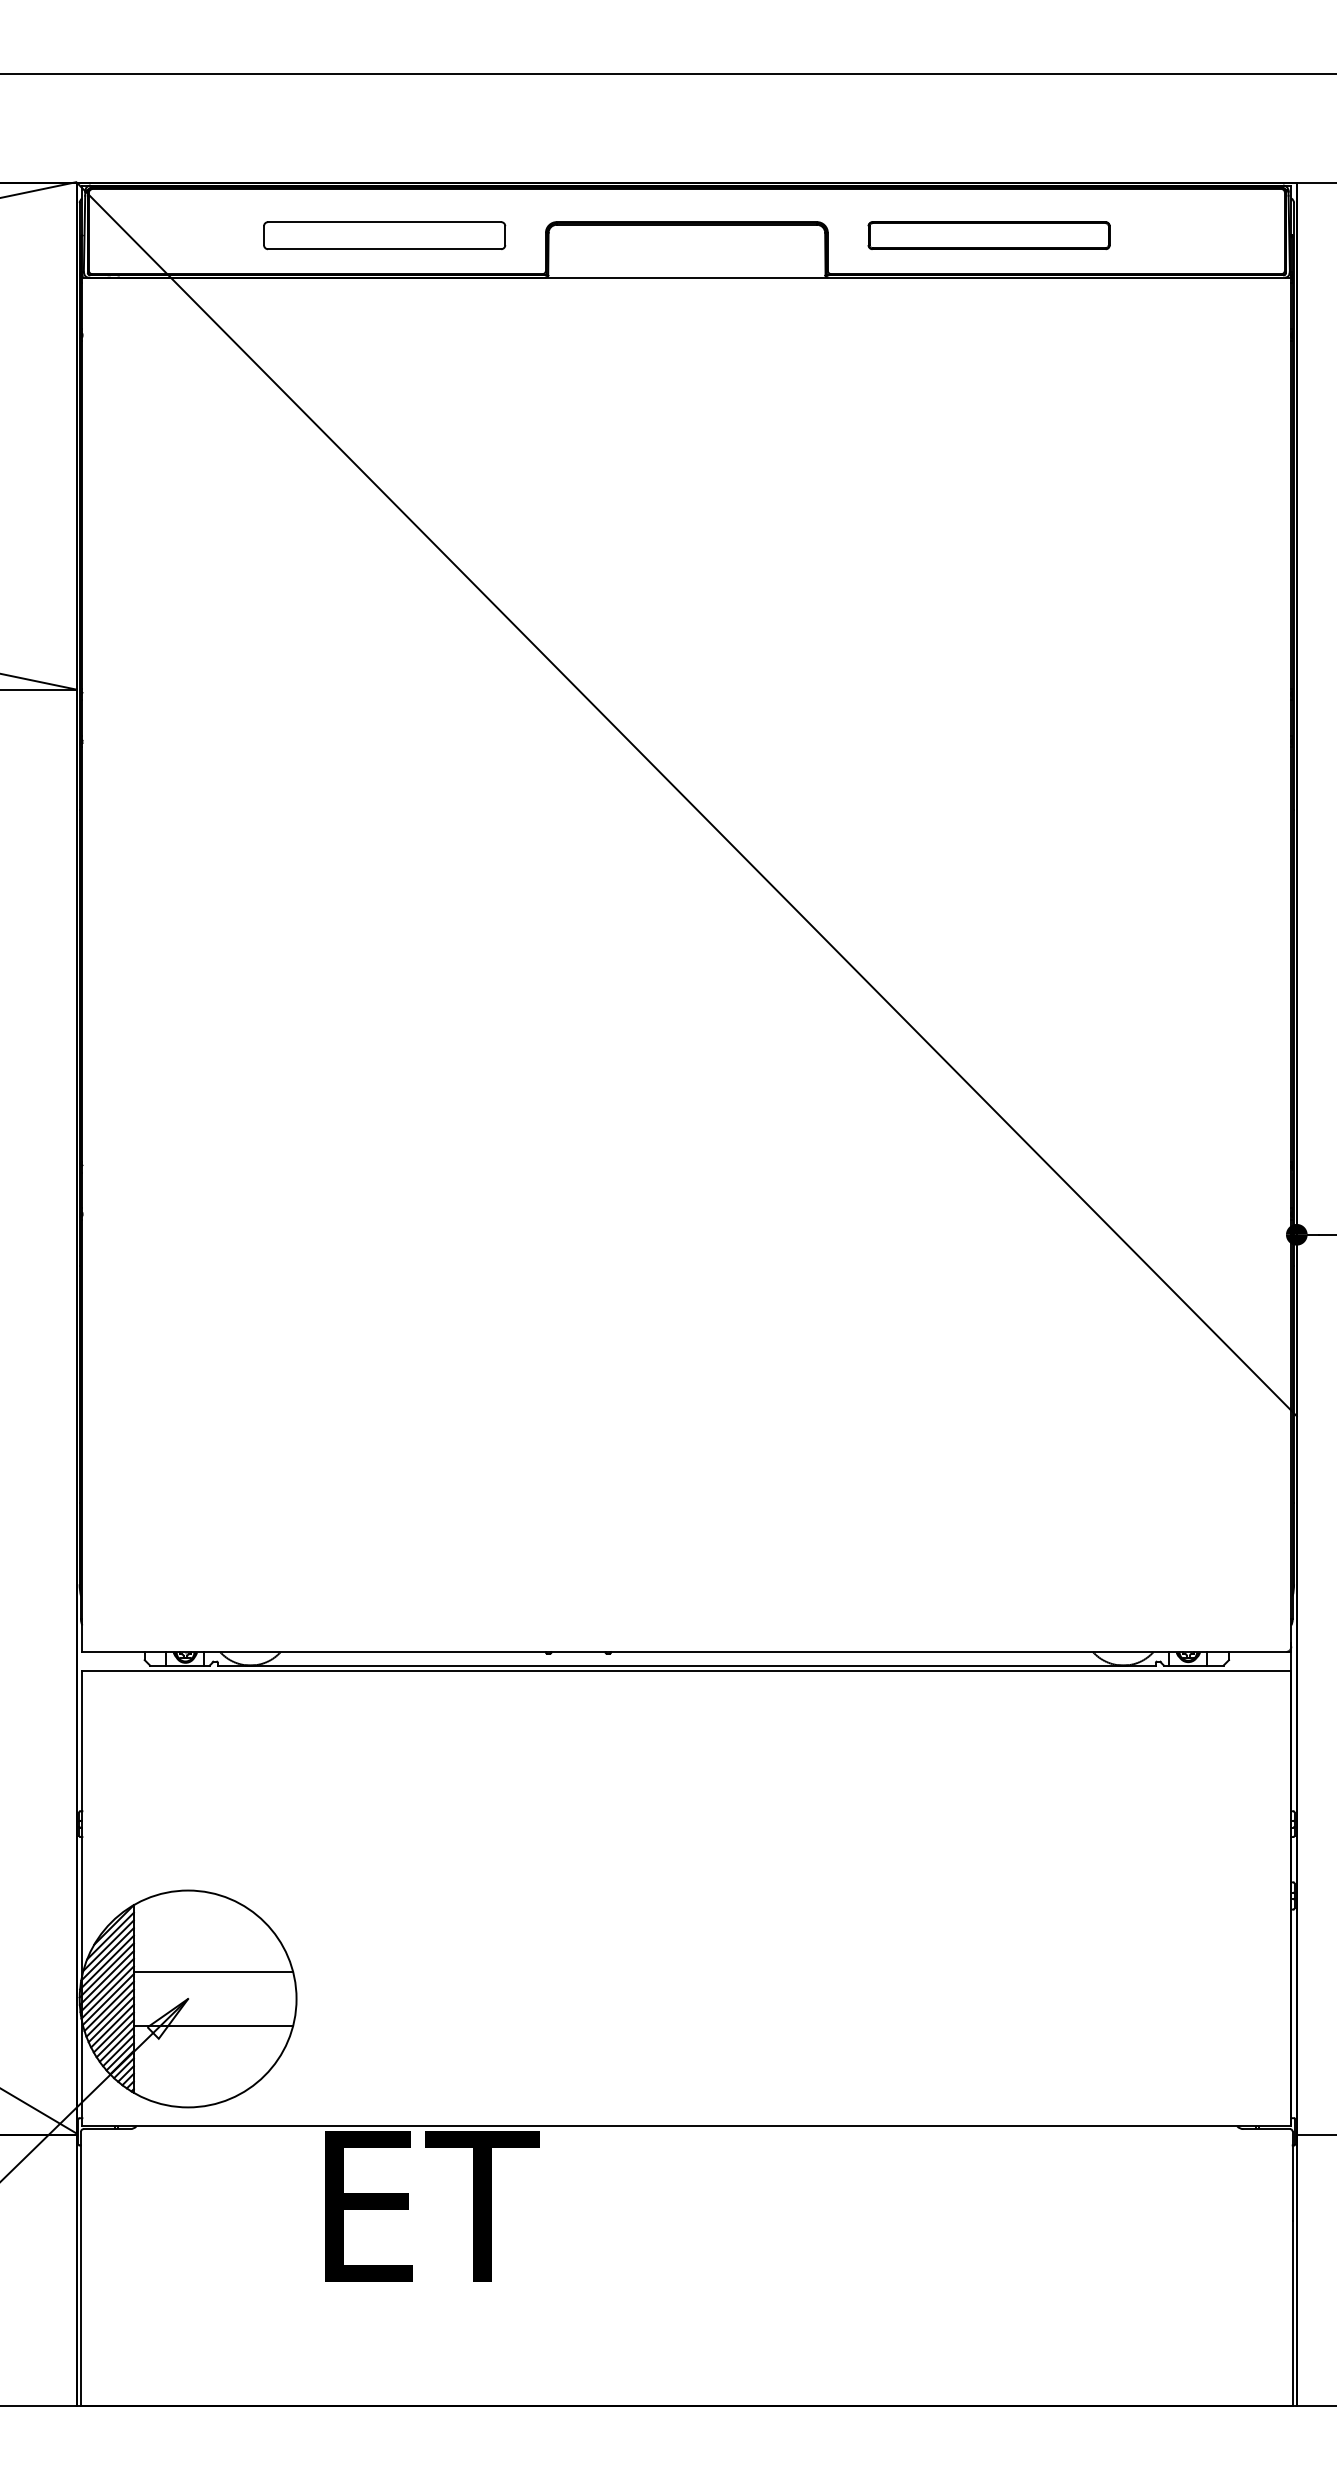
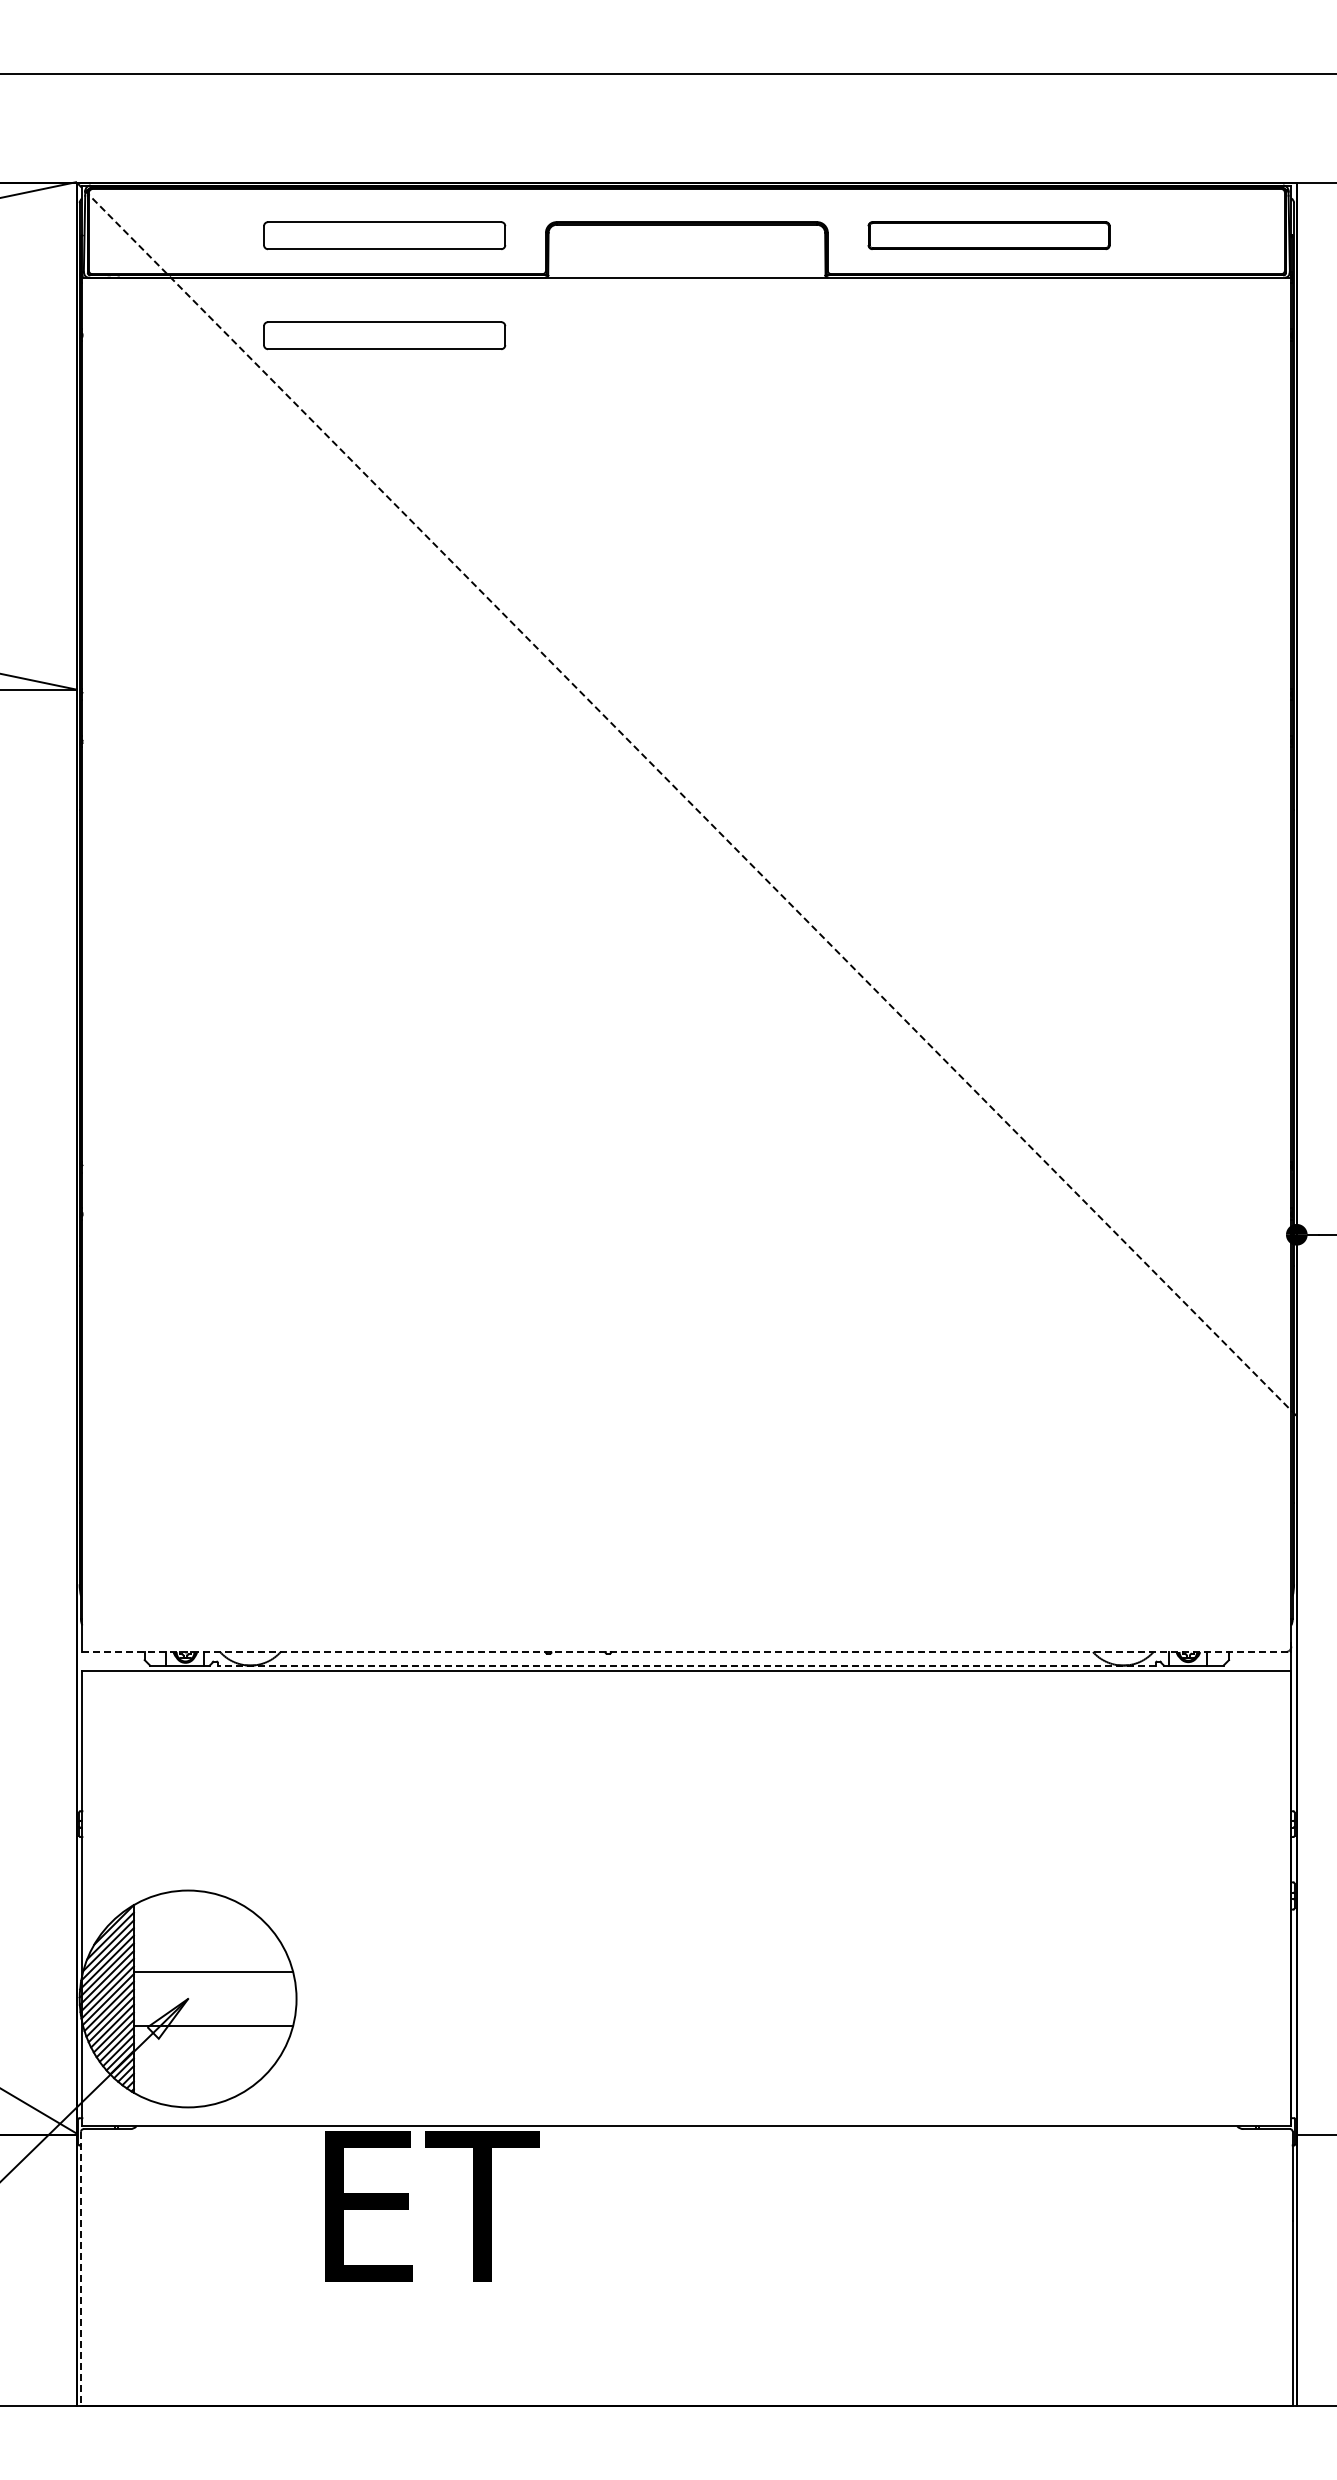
part at (384, 335): none -> present
line at (687, 799): solid -> dashed
line at (687, 1652): solid -> dashed
line at (686, 1665): solid -> dashed
line at (81, 2268): solid -> dashed
